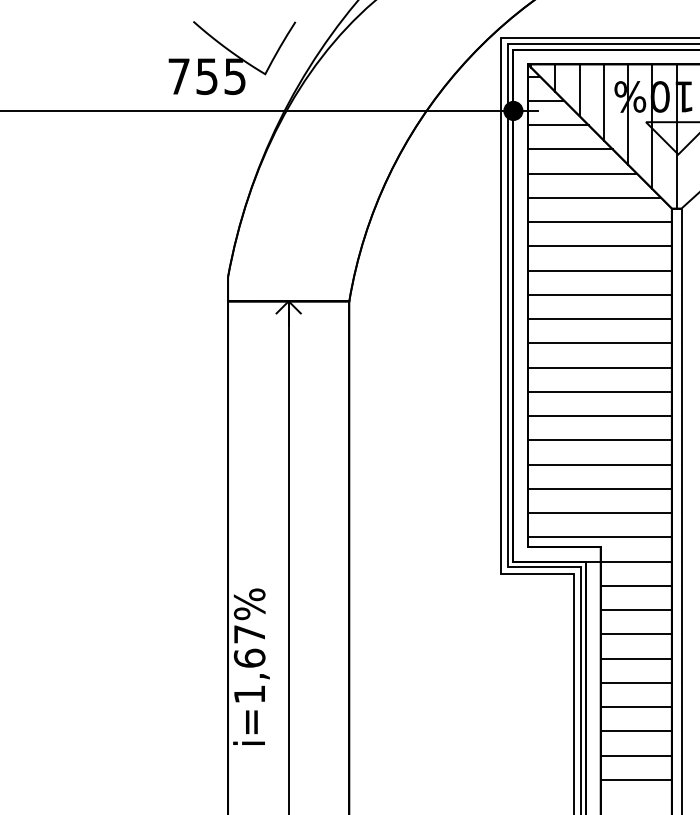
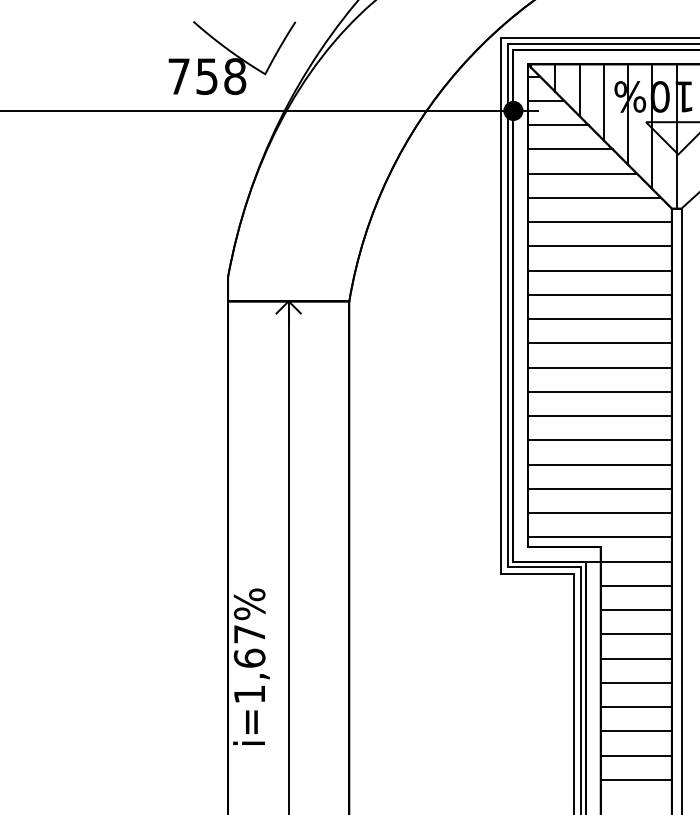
text at (235, 76): 755 -> 758
